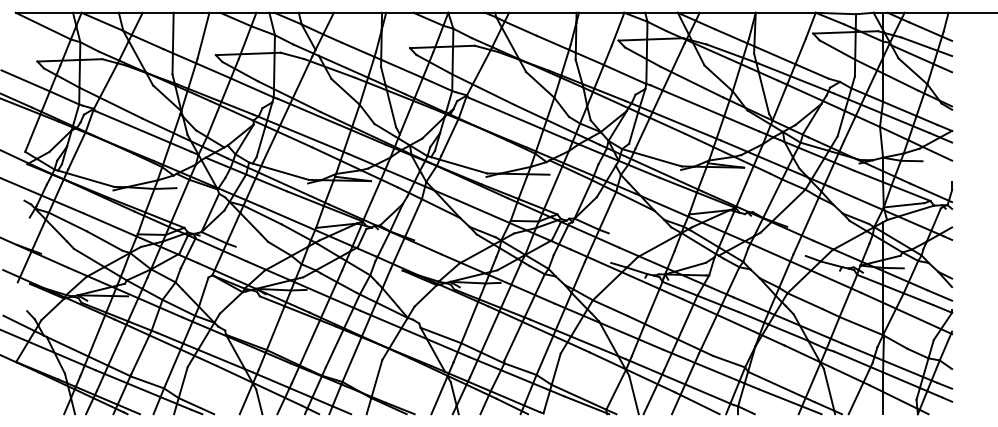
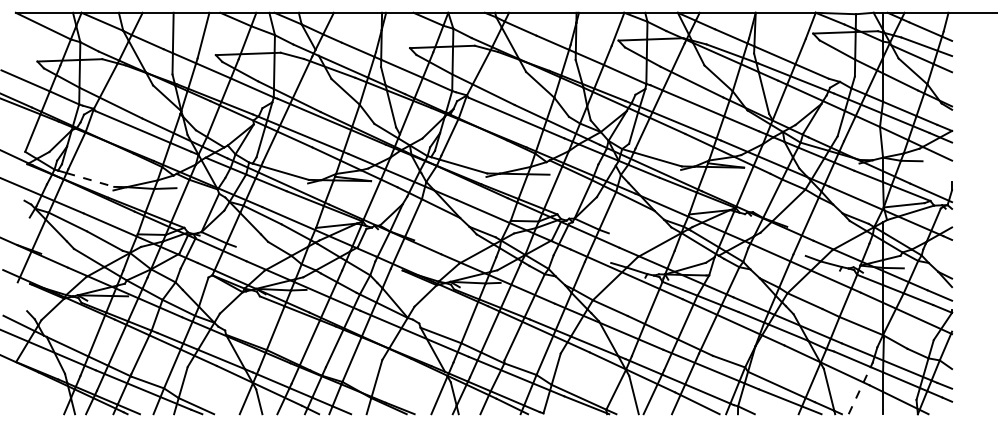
line at (90, 180): solid -> dashed
line at (859, 390): solid -> dashed
